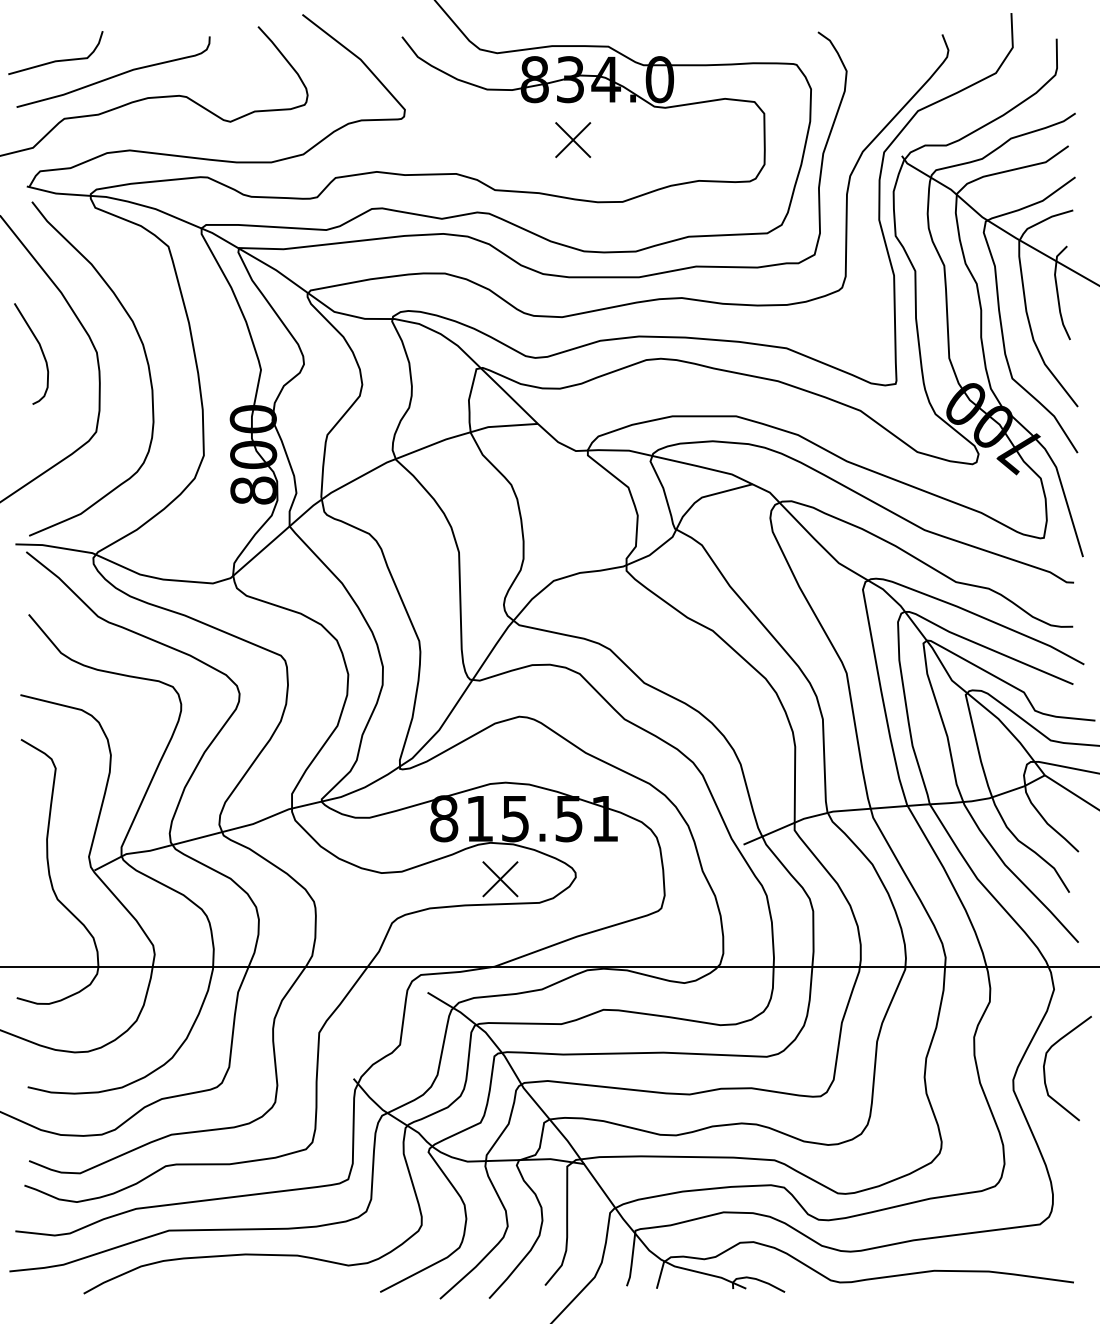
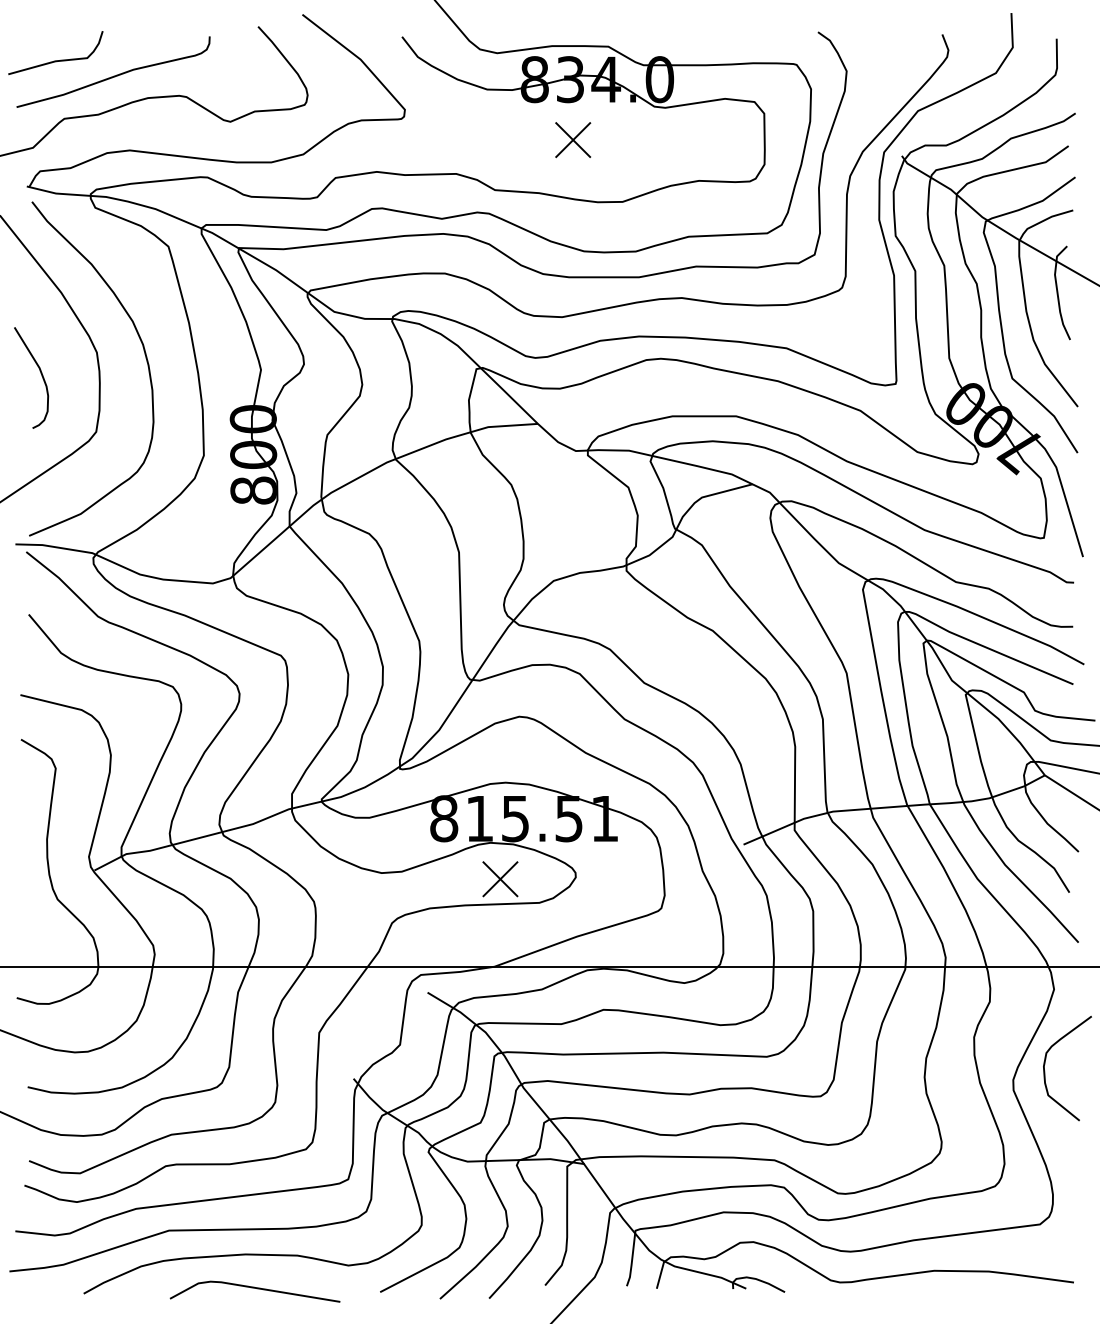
curve at (40, 349) position: (40, 349) -> (40, 373)
line at (254, 1288): none -> present
